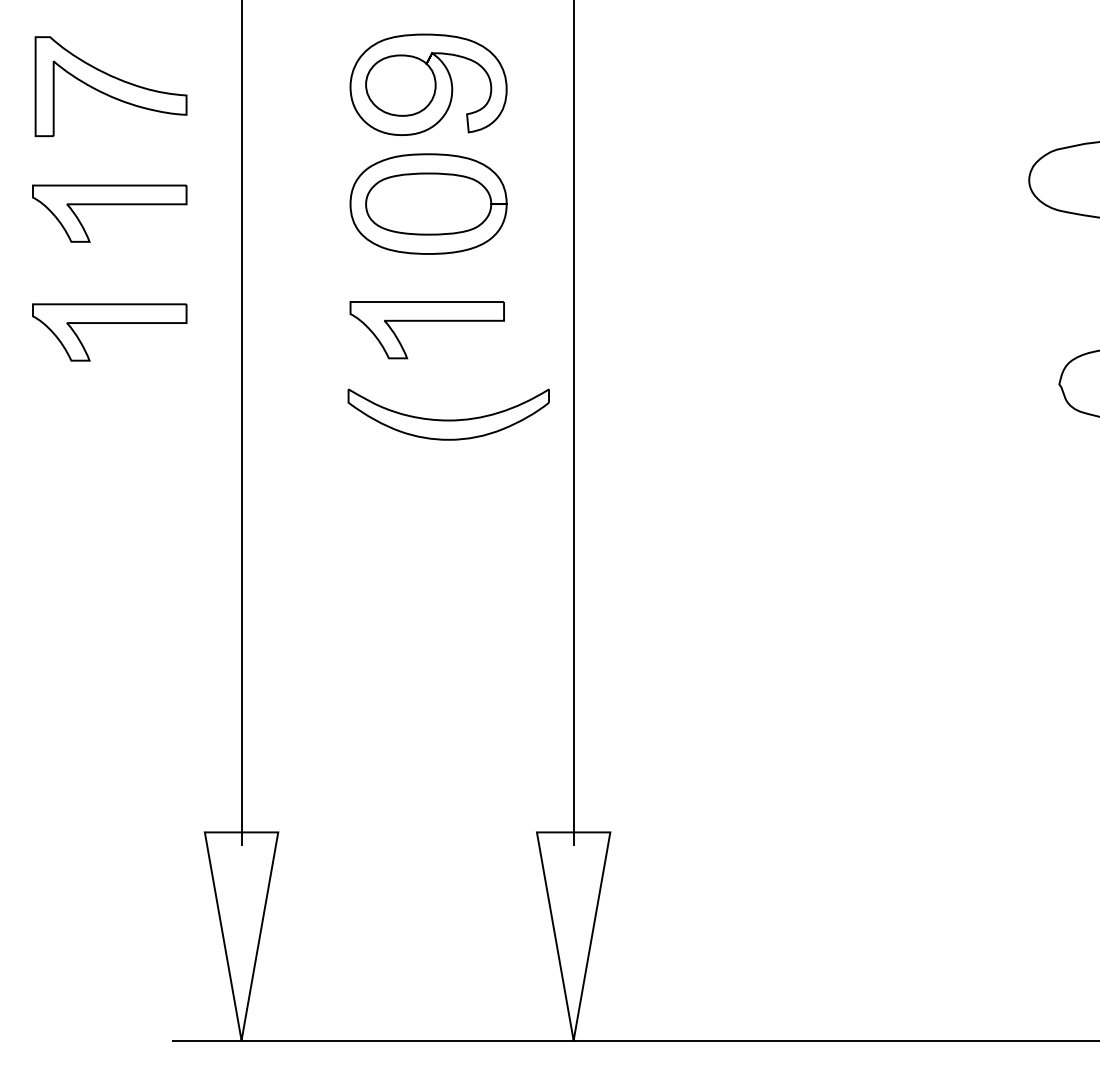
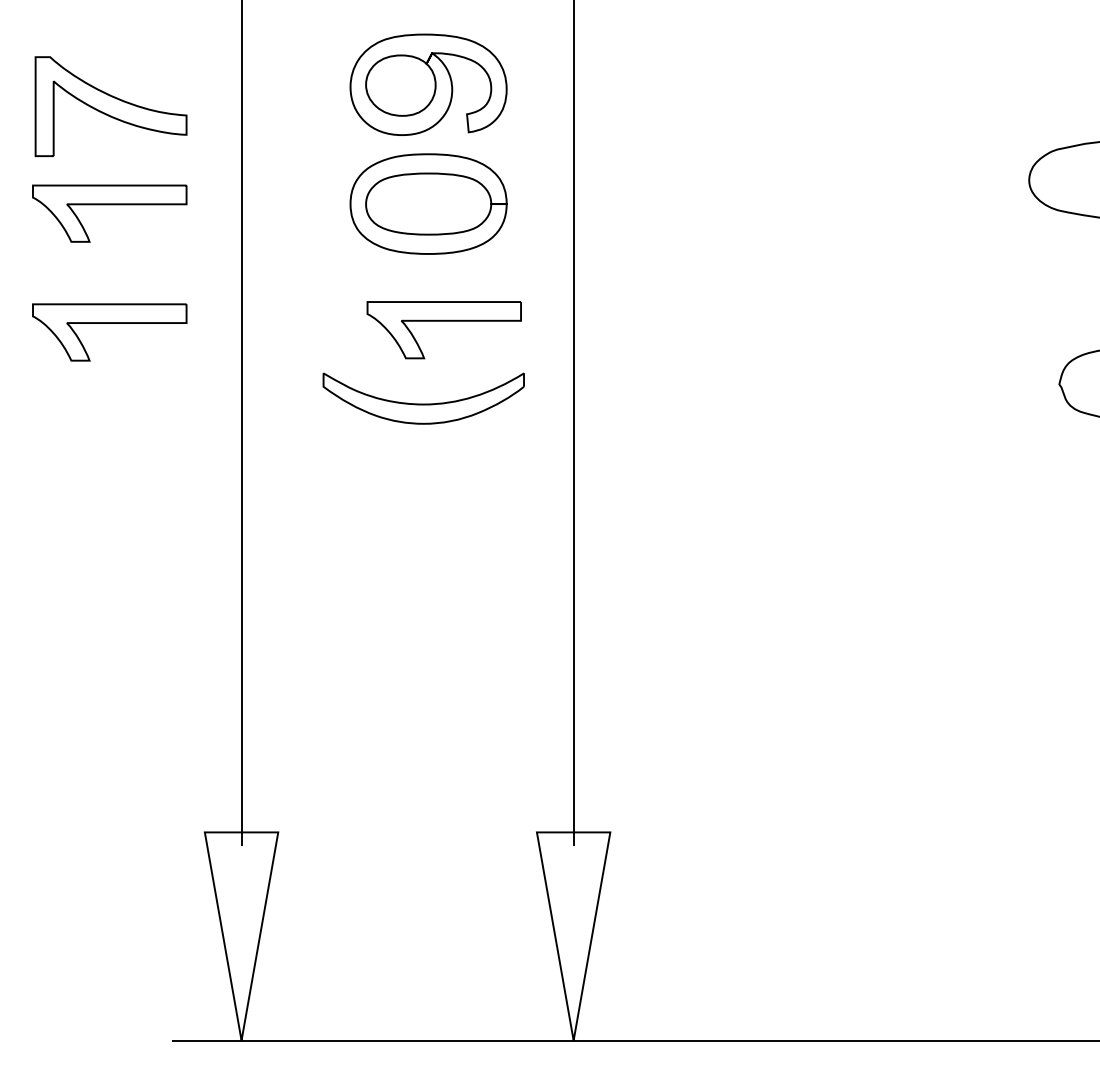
part at (110, 86) position: (110, 86) -> (110, 106)
part at (426, 321) position: (426, 321) -> (443, 321)
part at (448, 414) position: (448, 414) -> (423, 398)
